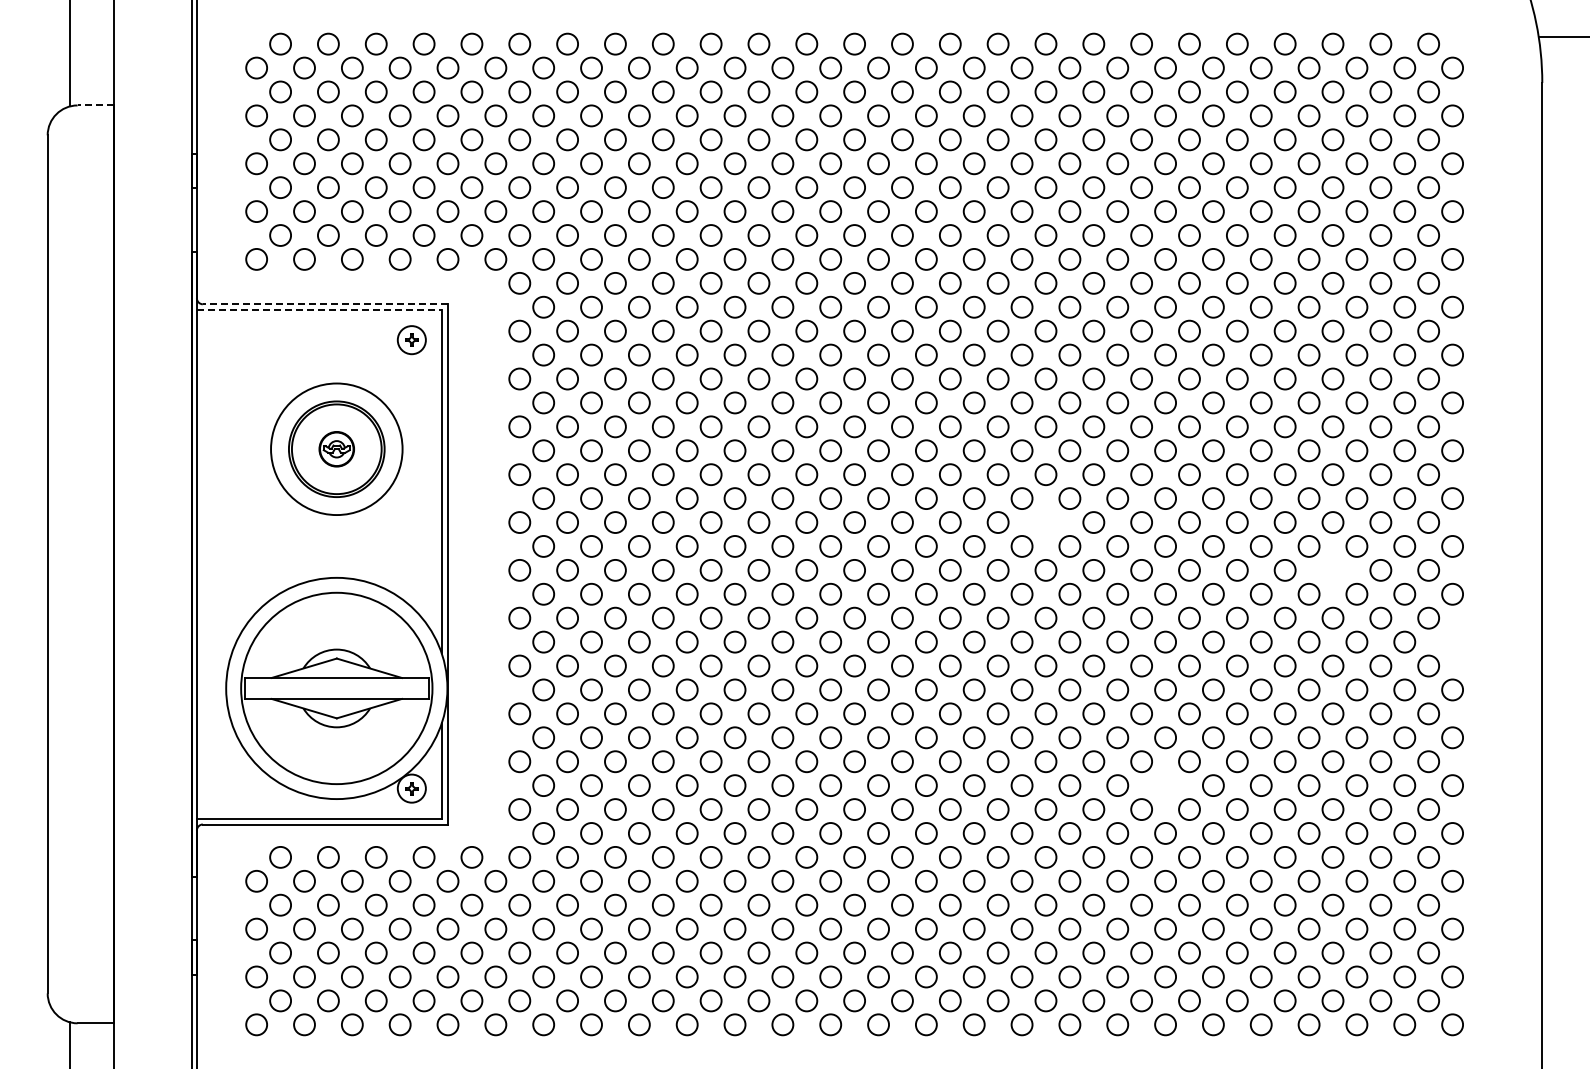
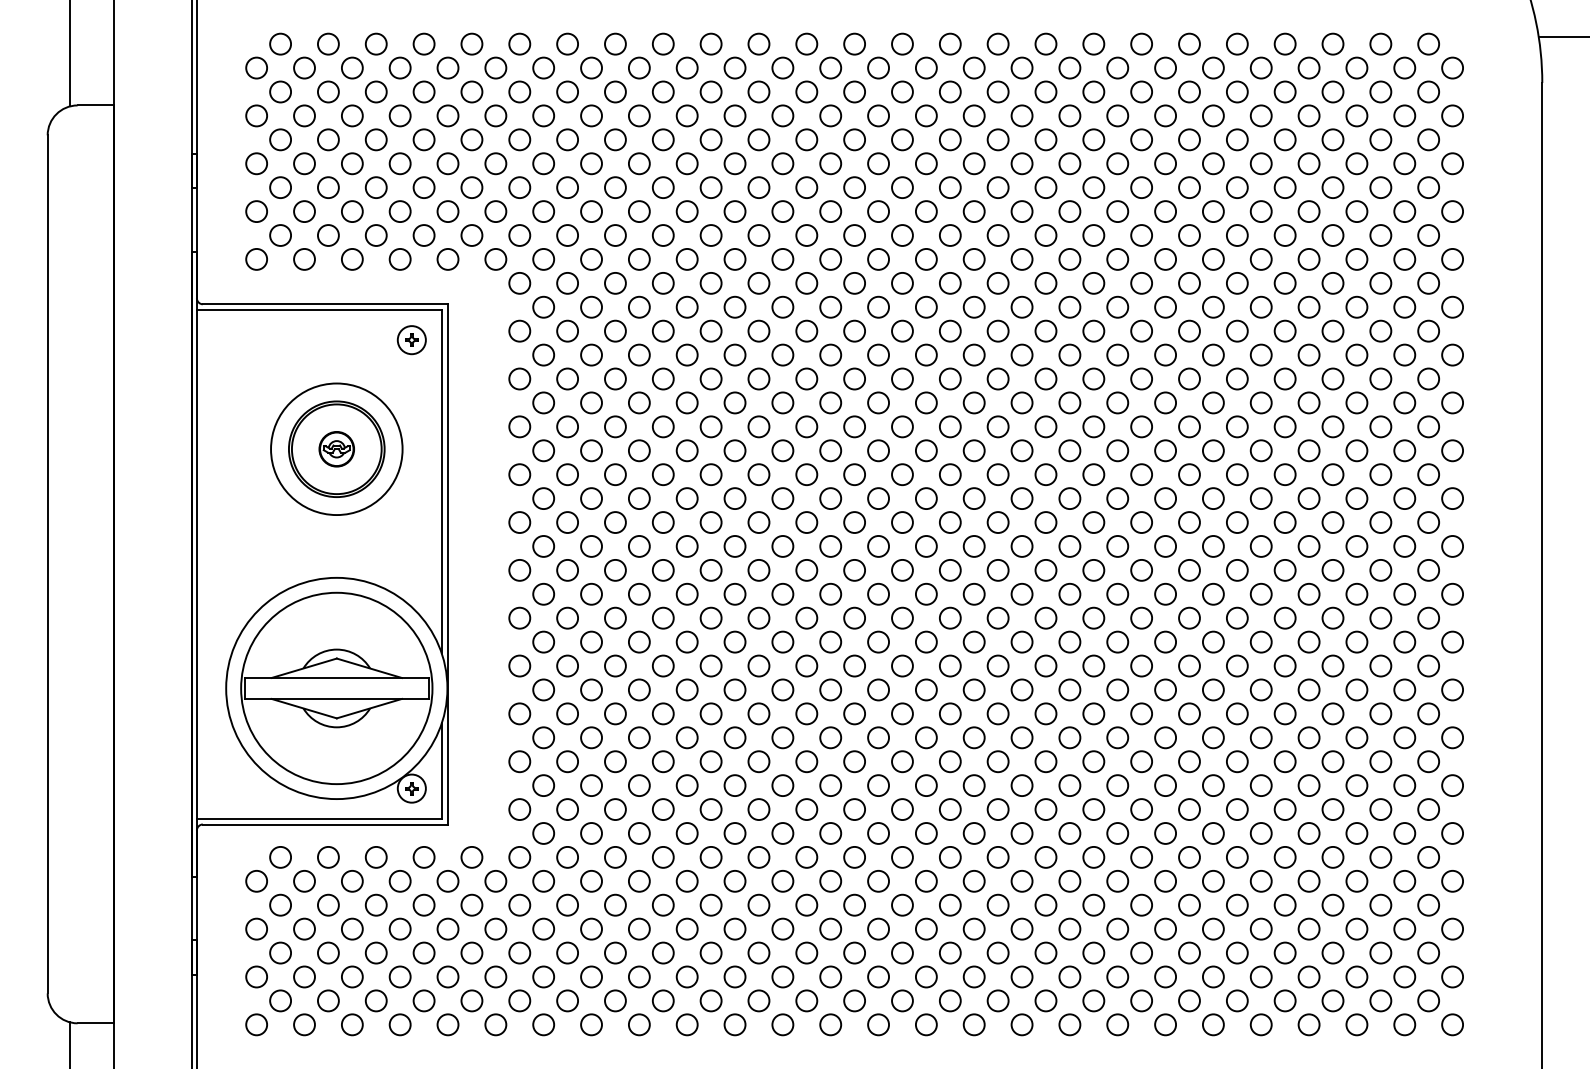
line at (95, 105): dashed -> solid
line at (325, 304): dashed -> solid
line at (319, 310): dashed -> solid
circle at (1045, 522): none -> present
circle at (1332, 570): none -> present
circle at (1452, 641): none -> present
circle at (1165, 785): none -> present
